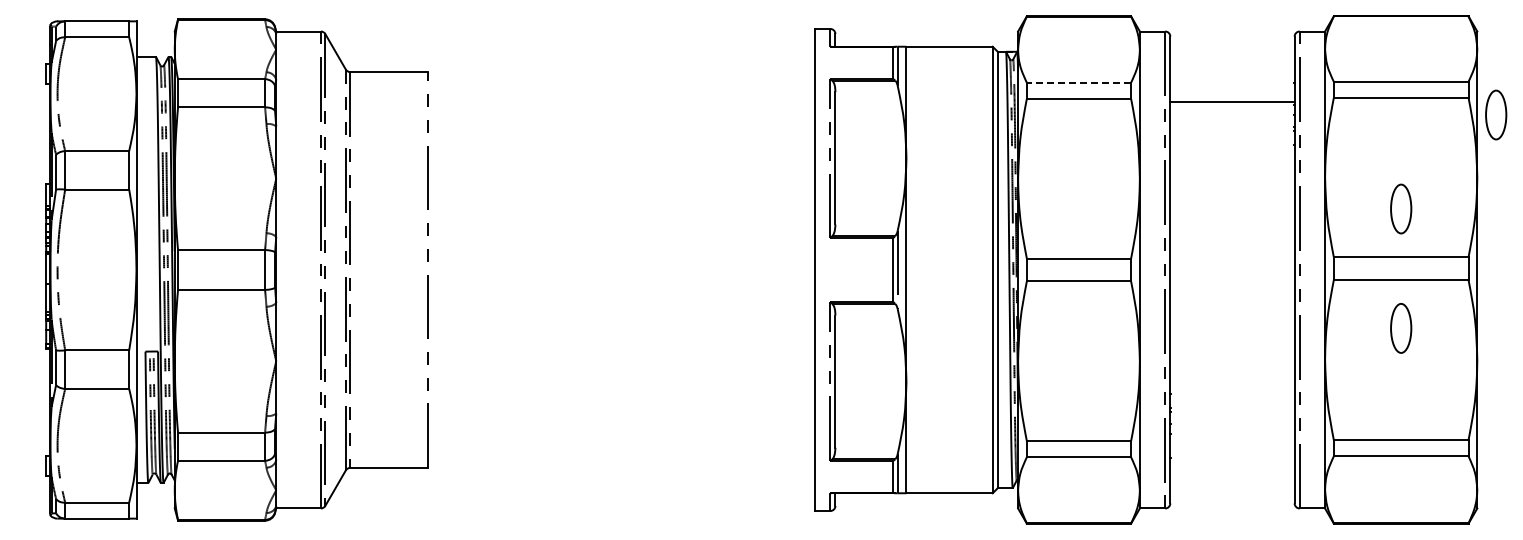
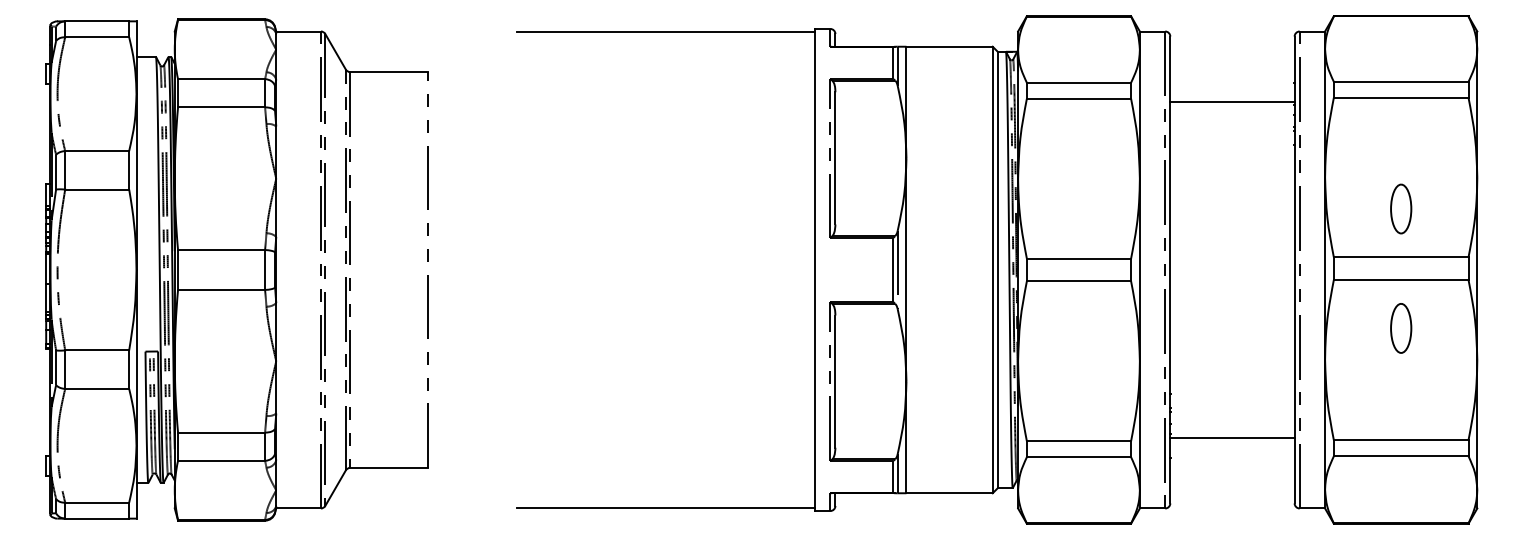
line at (665, 31): none -> present
line at (1078, 82): dashed -> solid
part at (1496, 114): present -> none
line at (1232, 438): none -> present
line at (665, 508): none -> present
